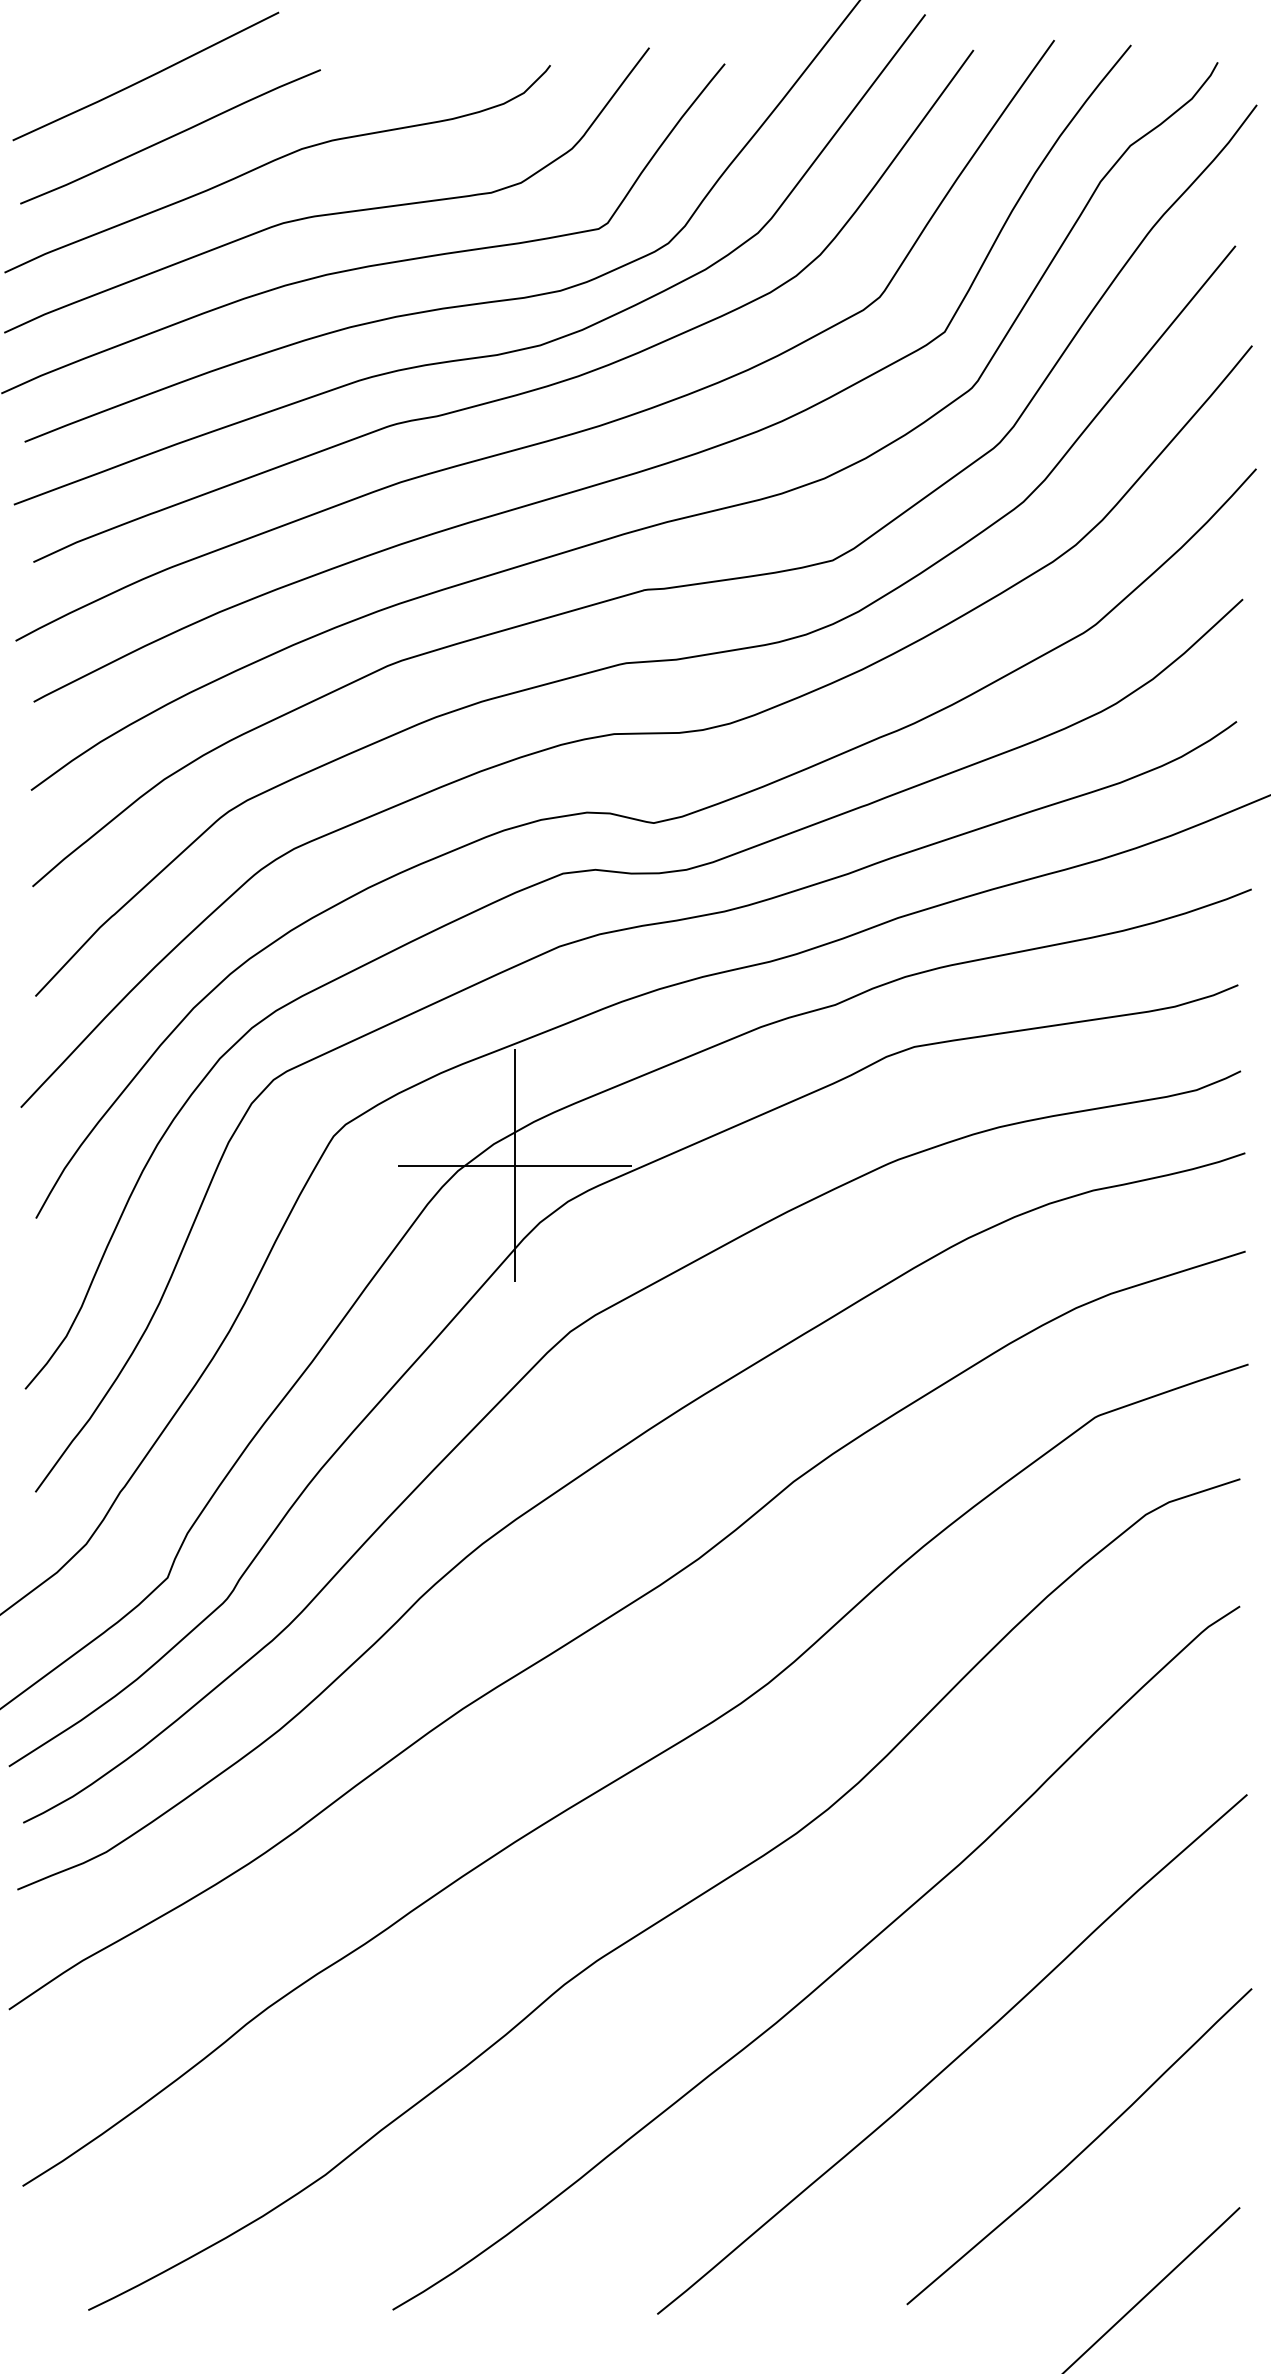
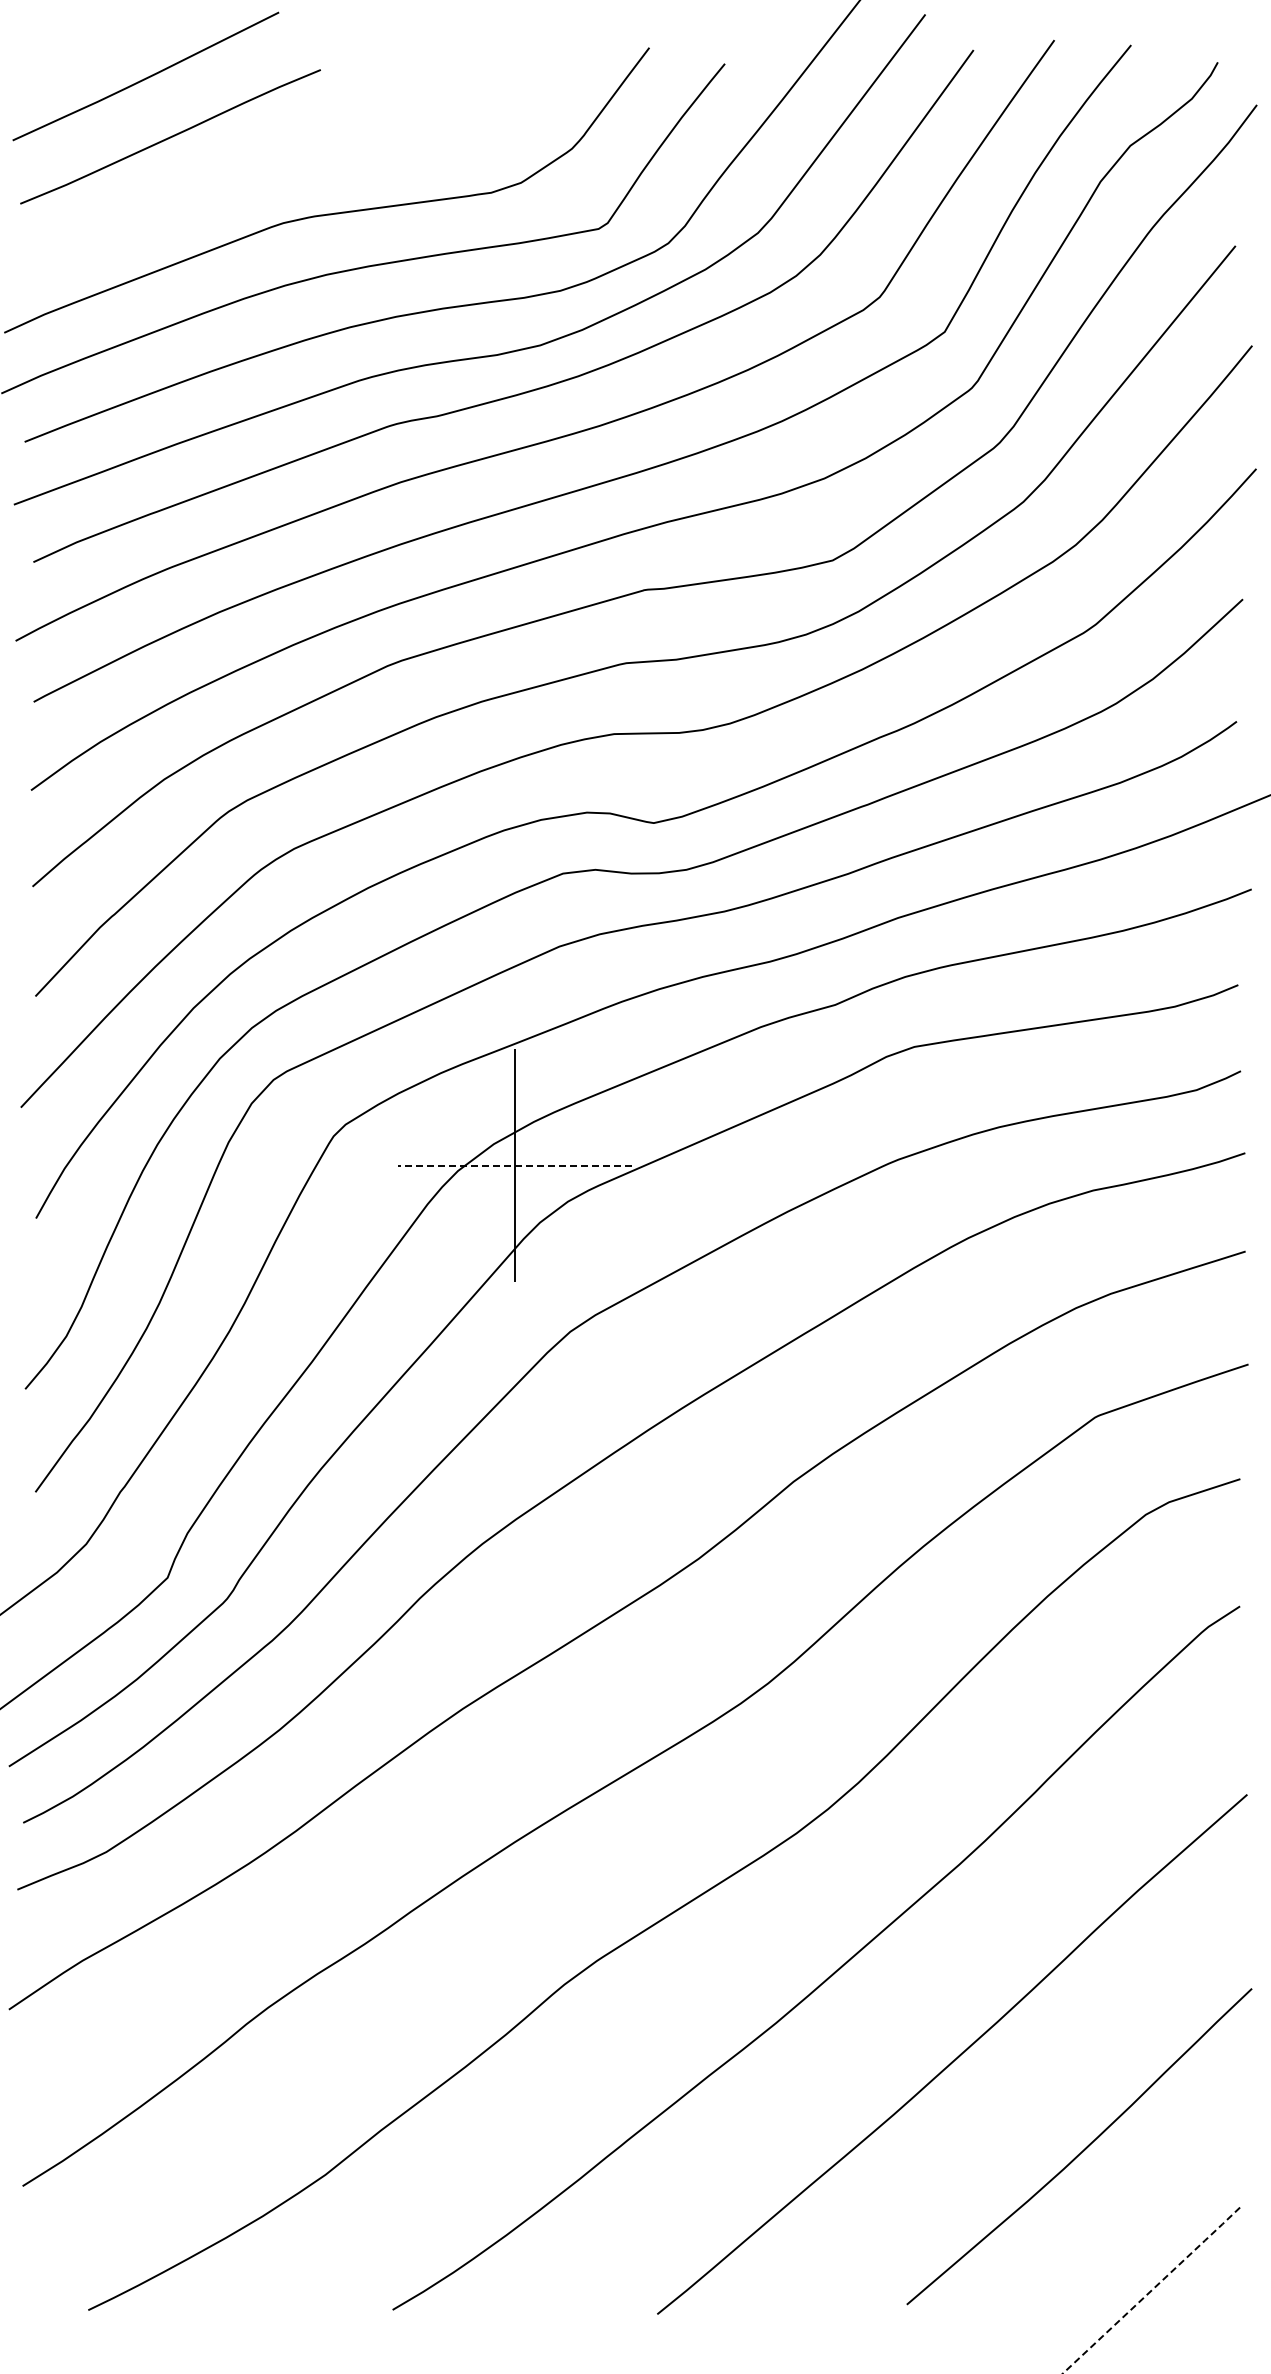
curve at (274, 161): present -> none
line at (515, 1165): solid -> dashed
line at (1152, 2289): solid -> dashed
